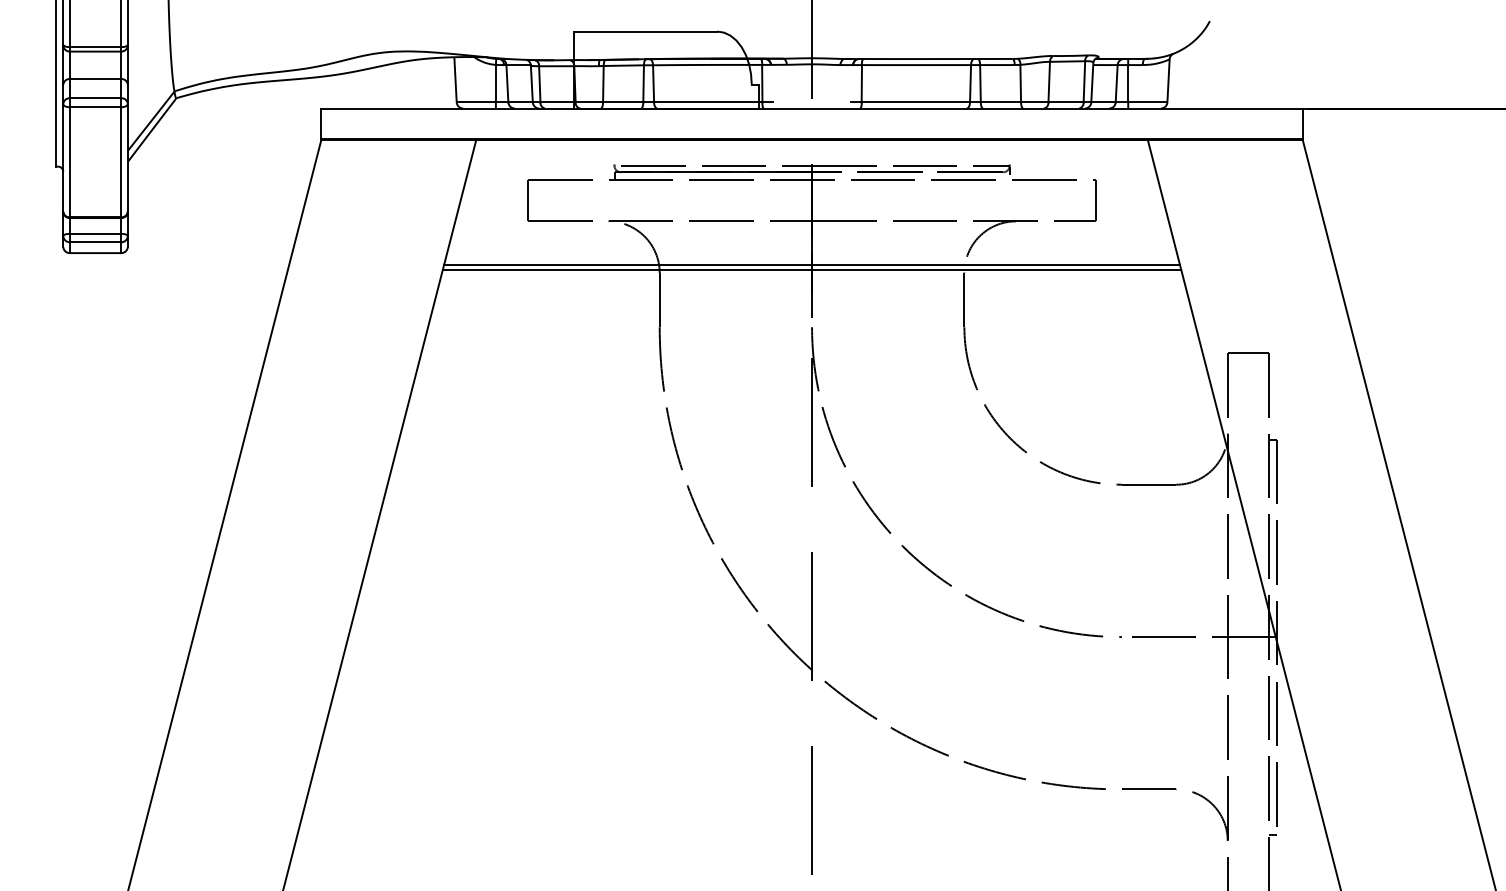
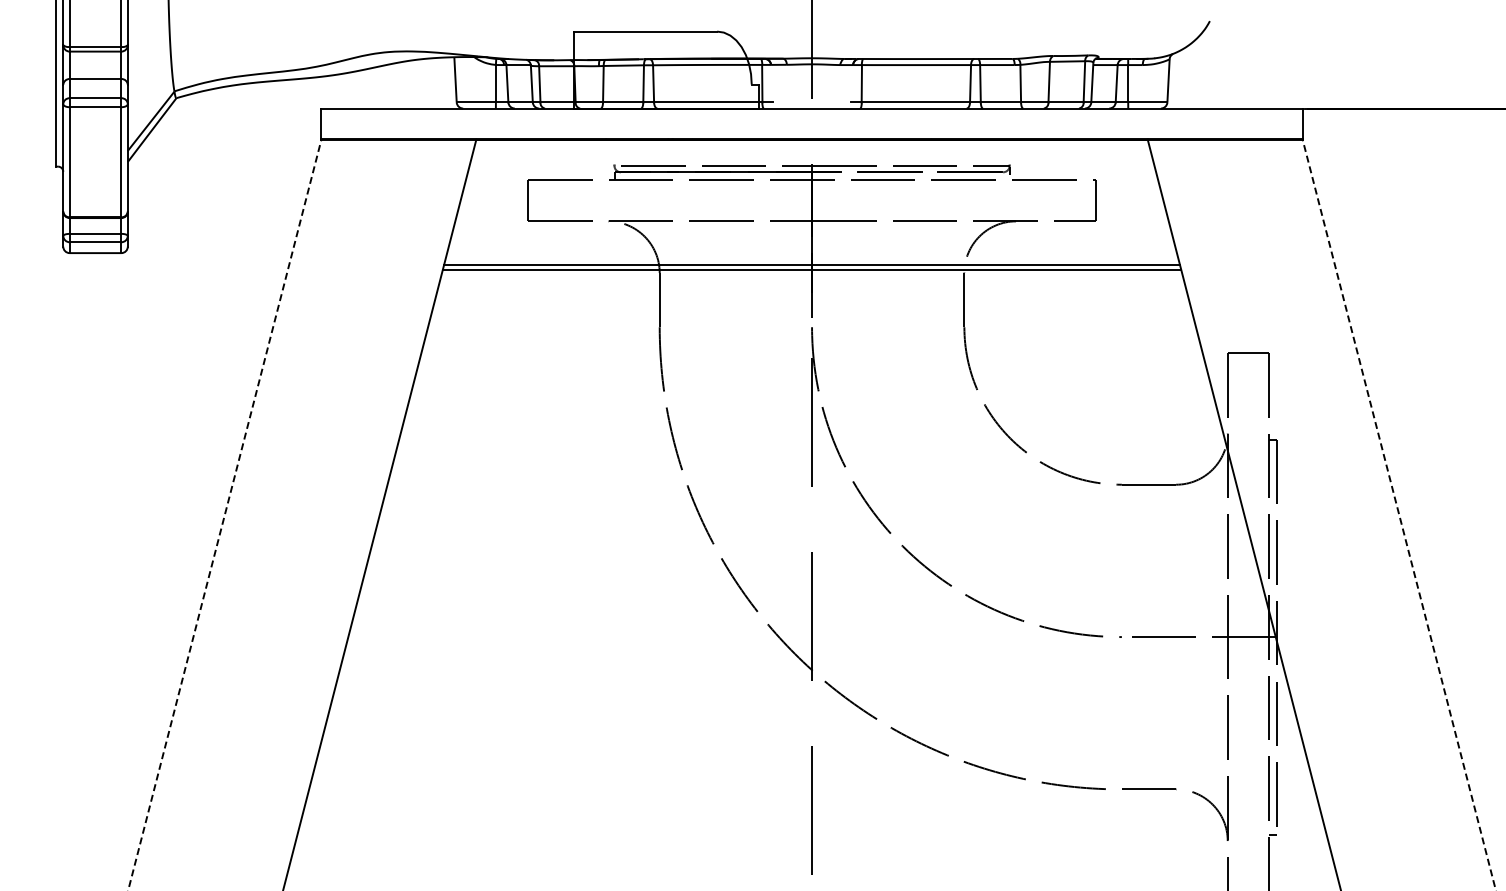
line at (224, 515): solid -> dashed
line at (1399, 515): solid -> dashed
